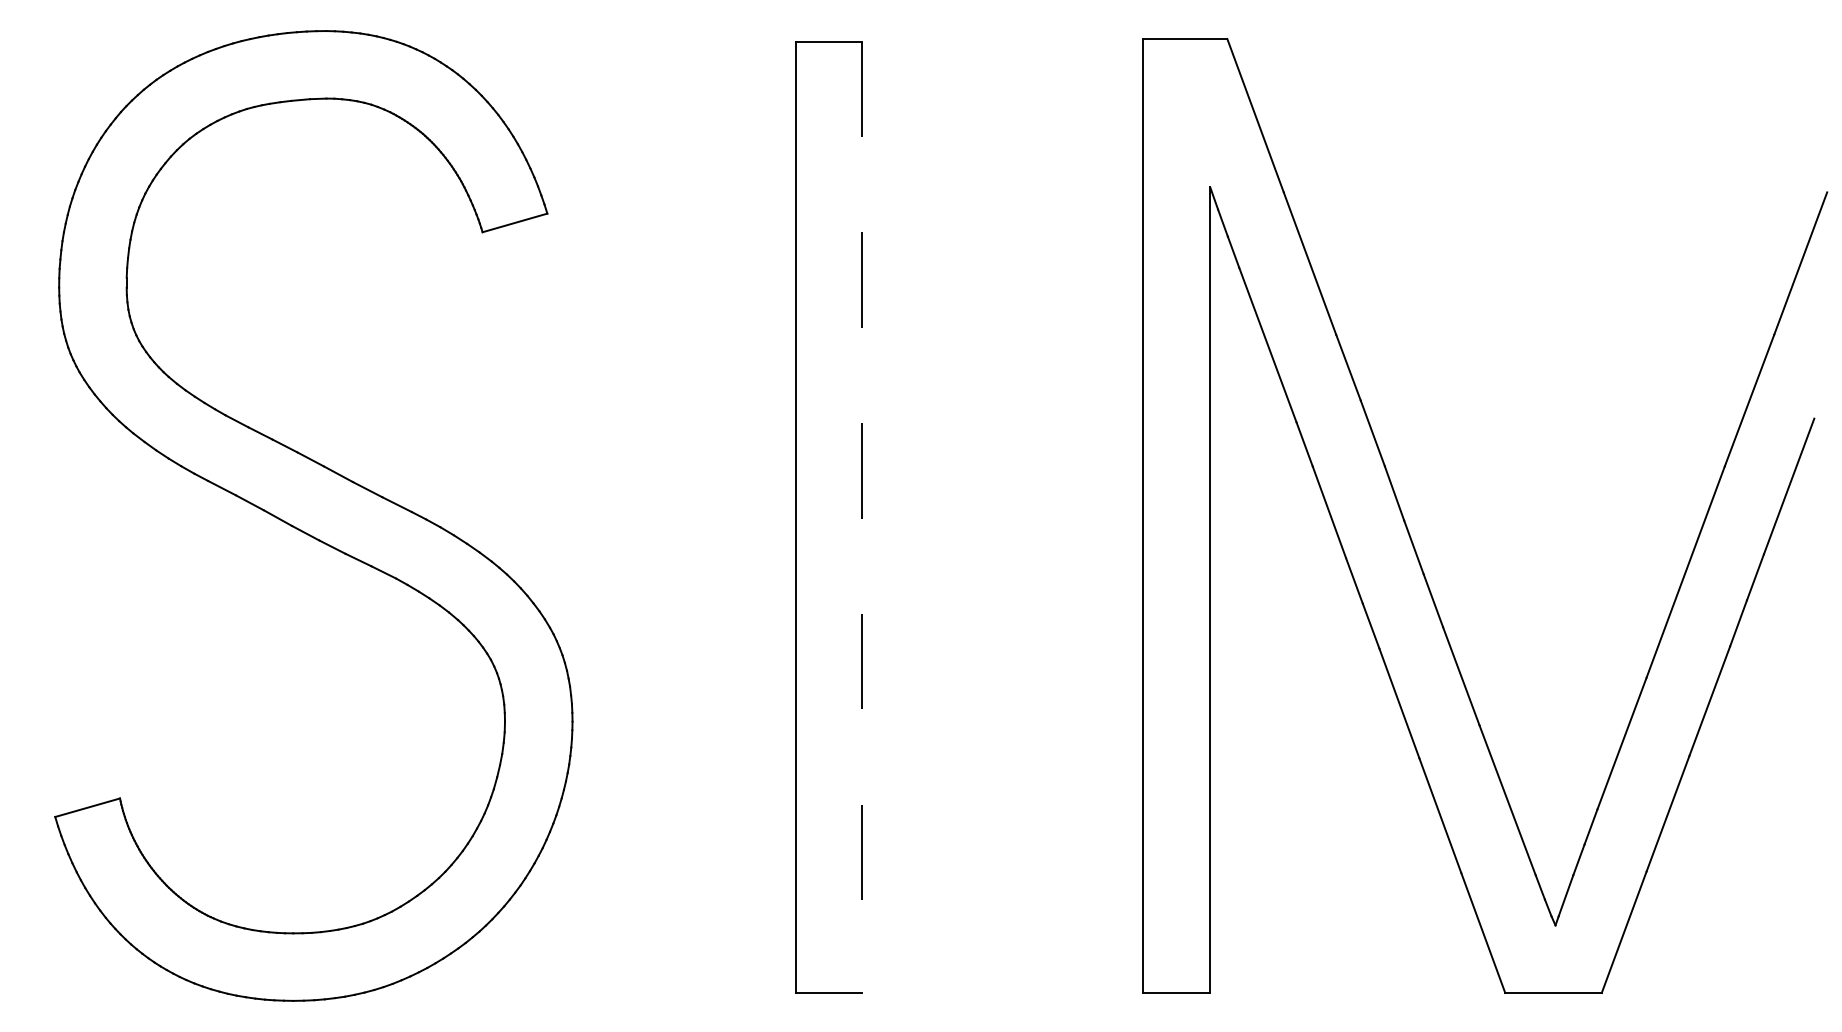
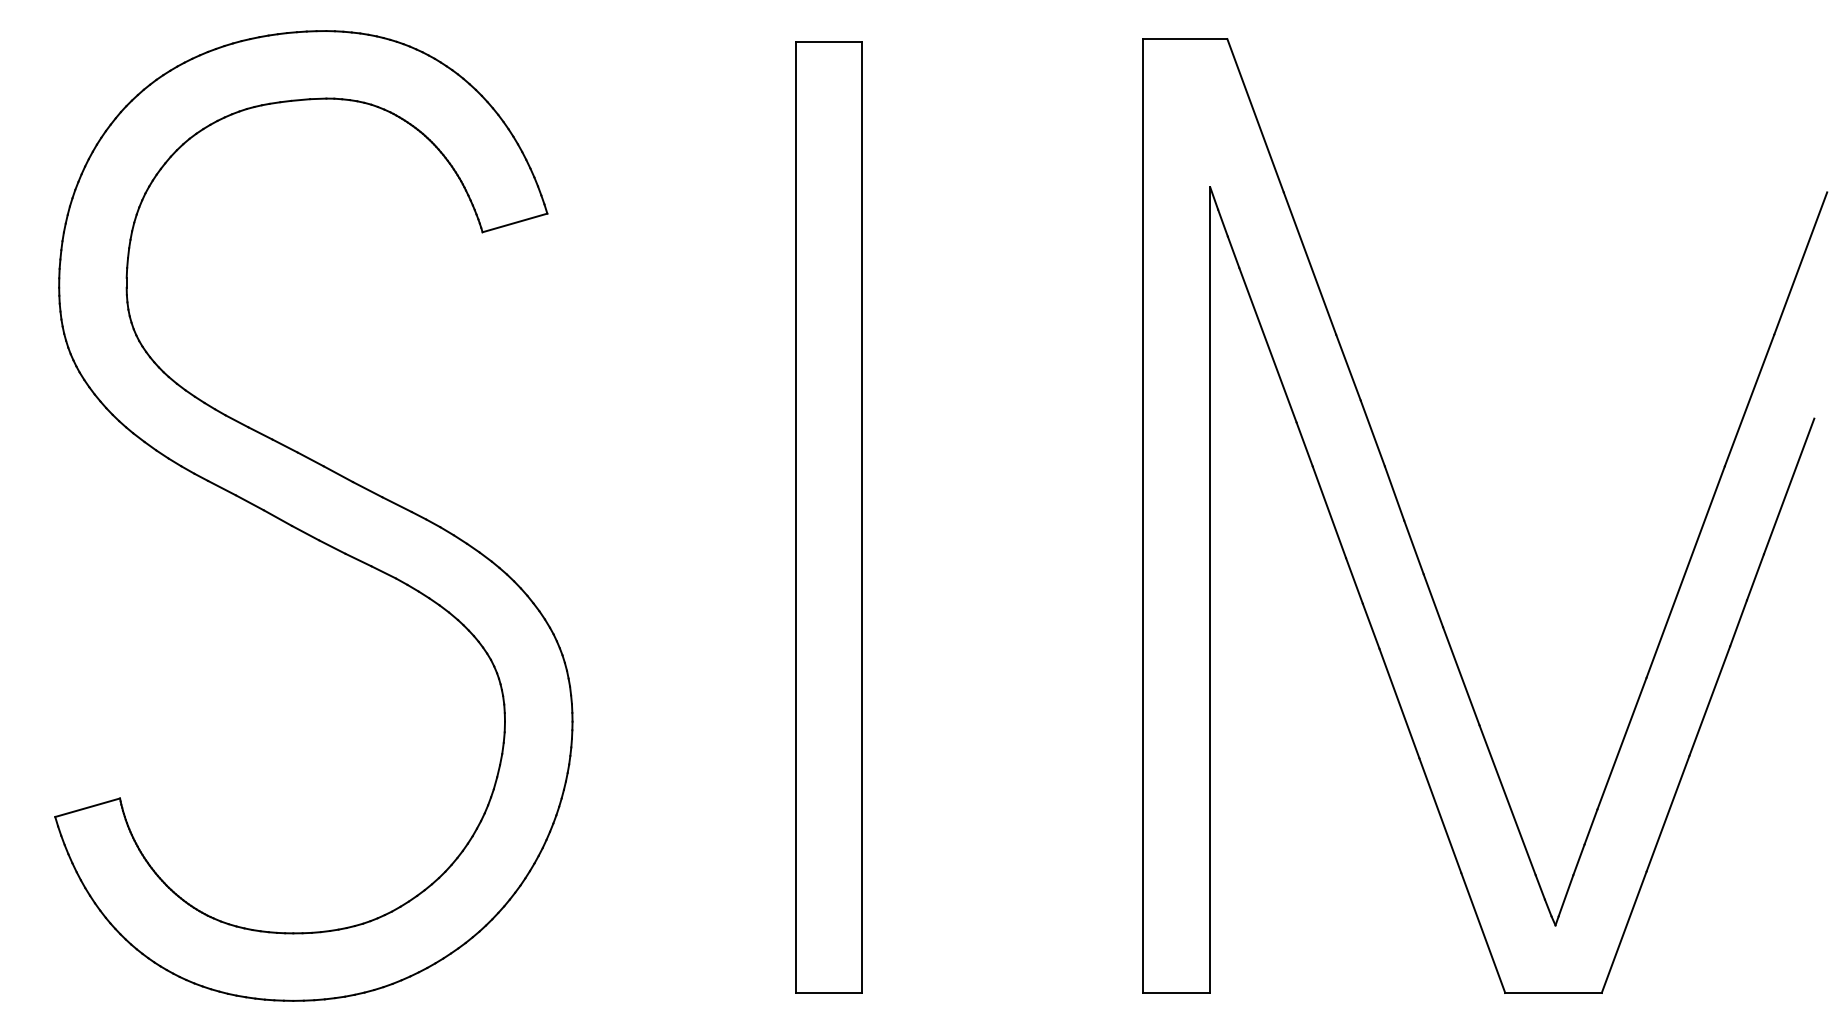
line at (862, 517): dashed -> solid
